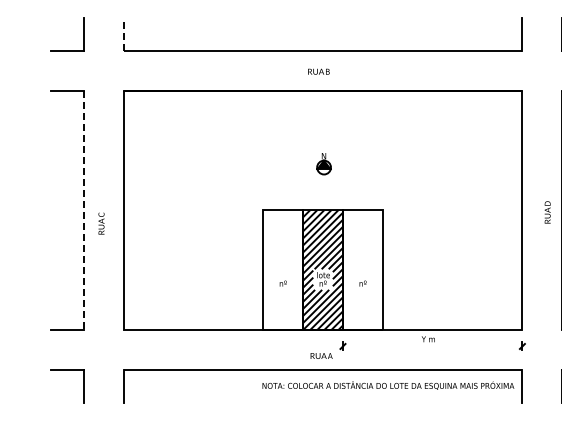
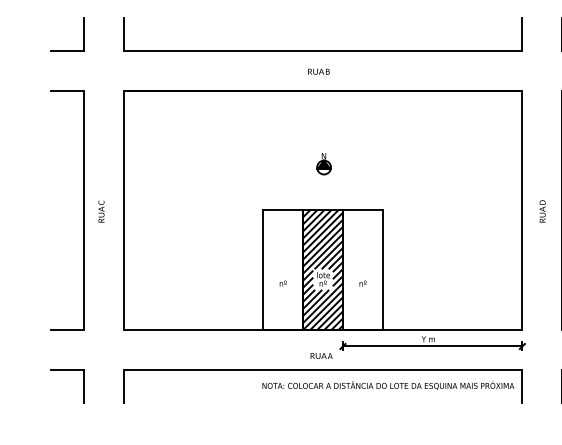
line at (123, 34): dashed -> solid
line at (83, 210): dashed -> solid
text at (547, 212) position: (547, 212) -> (542, 211)
text at (101, 223) position: (101, 223) -> (101, 211)
line at (432, 346): none -> present
